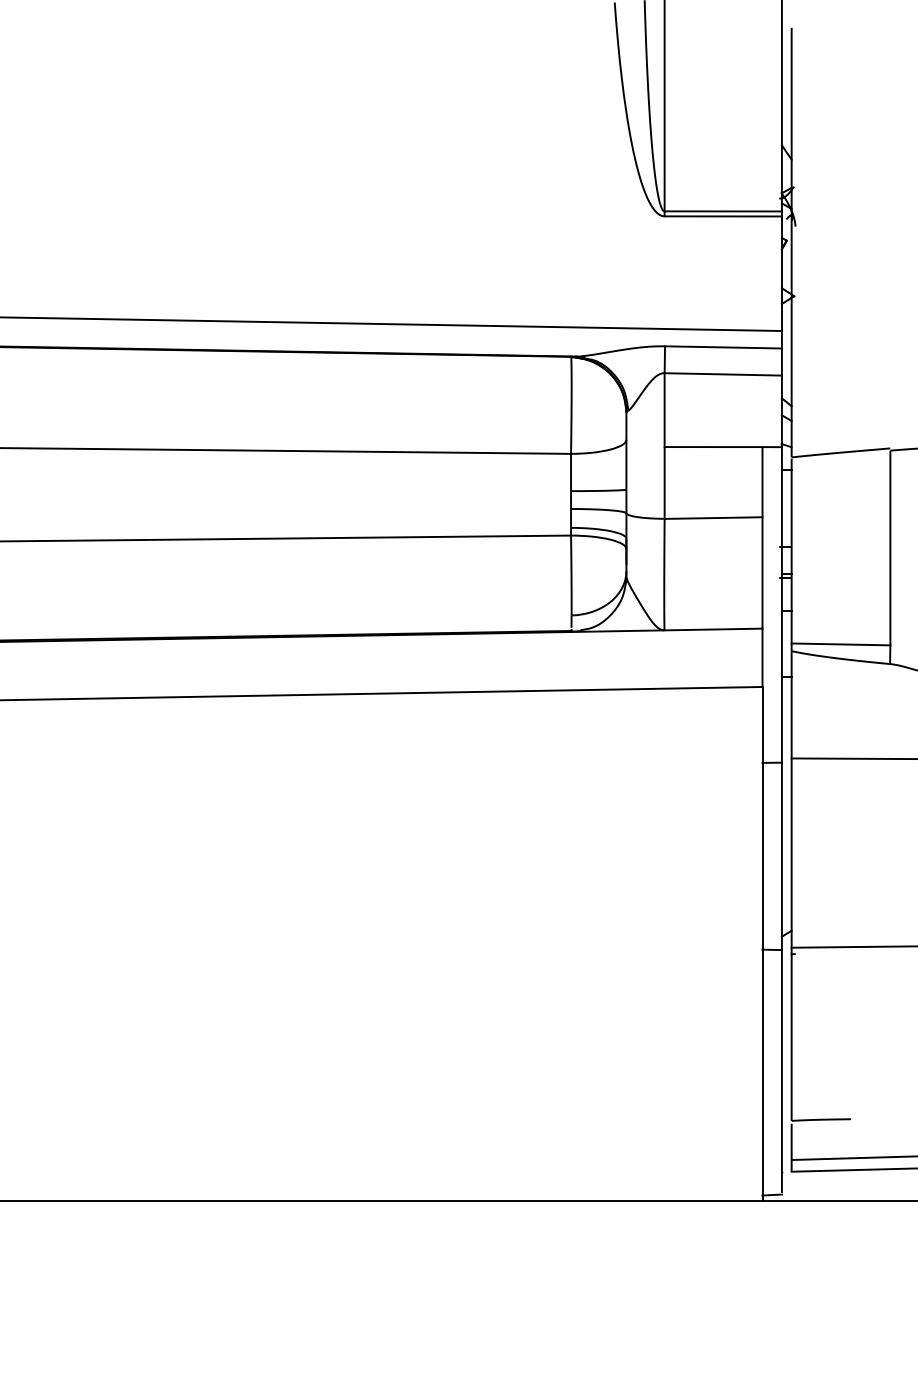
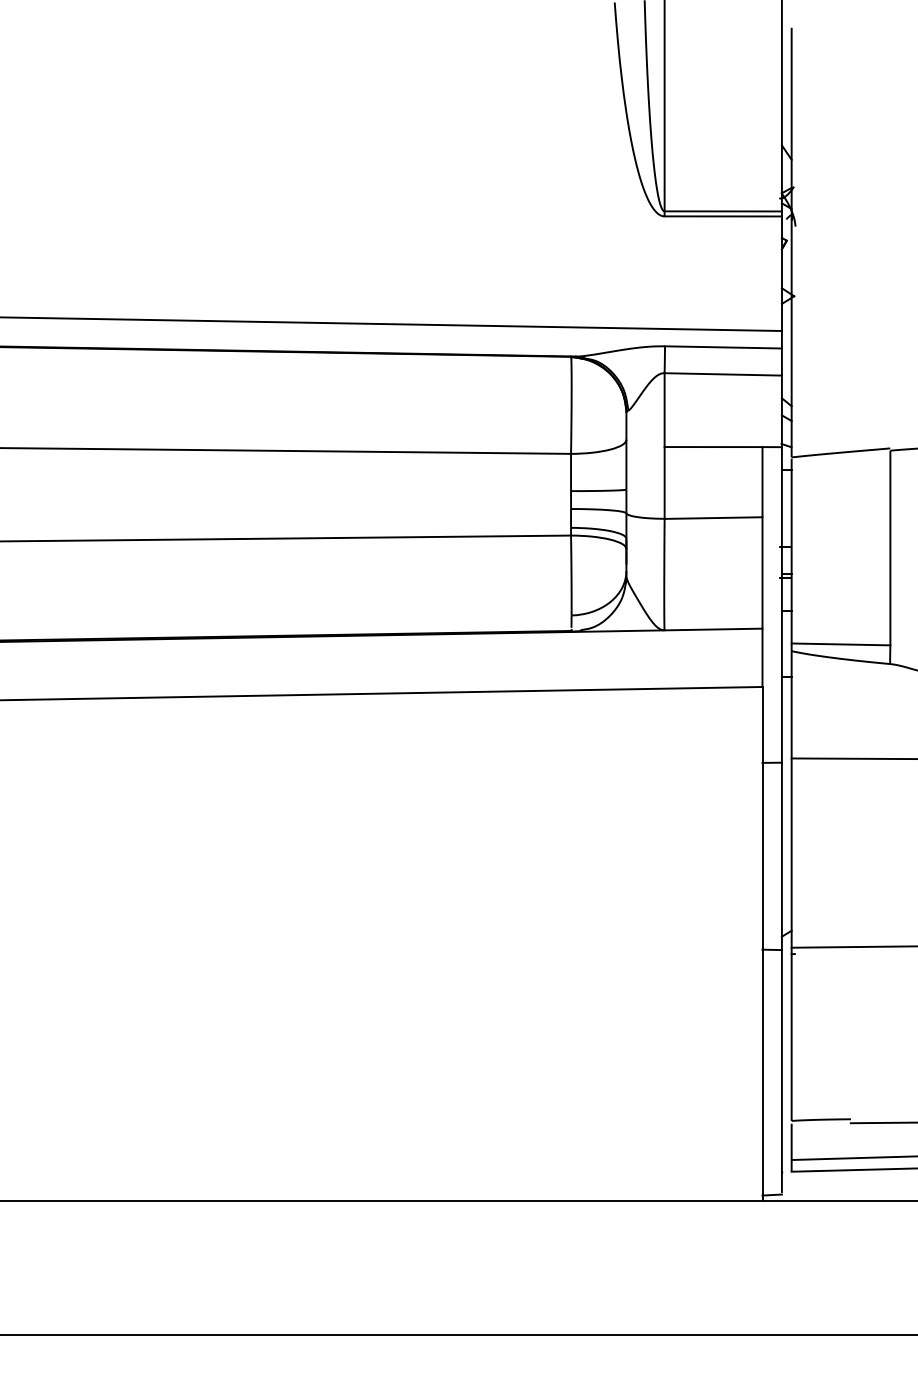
line at (882, 1122): none -> present
line at (458, 1334): none -> present
